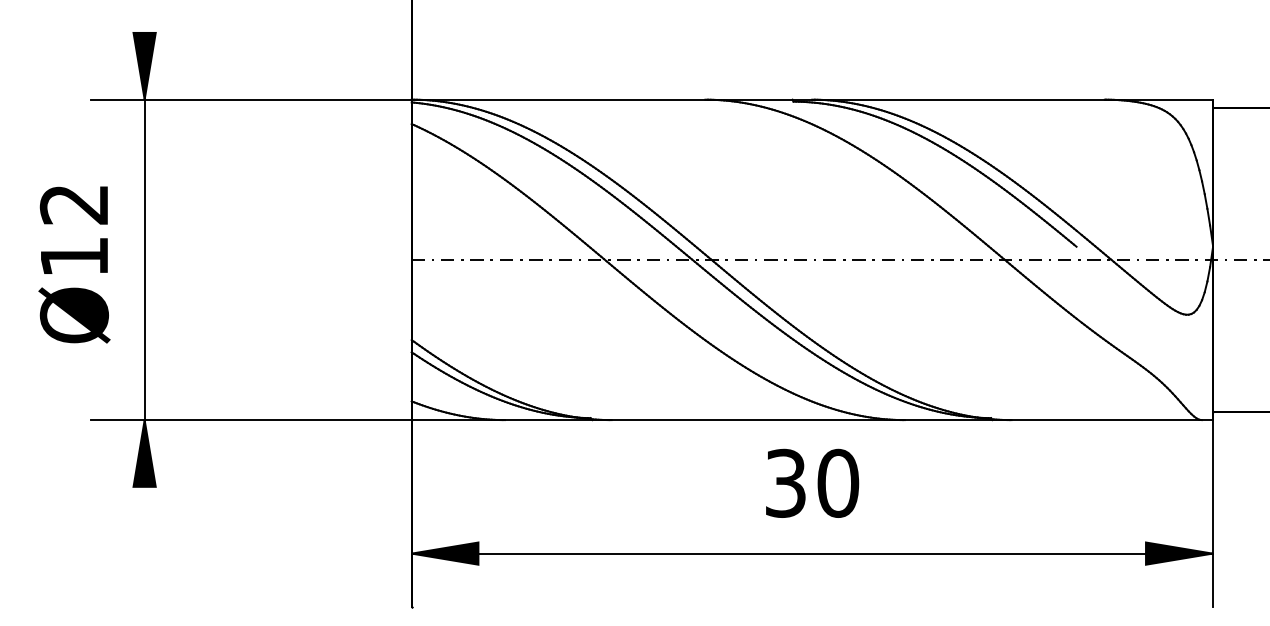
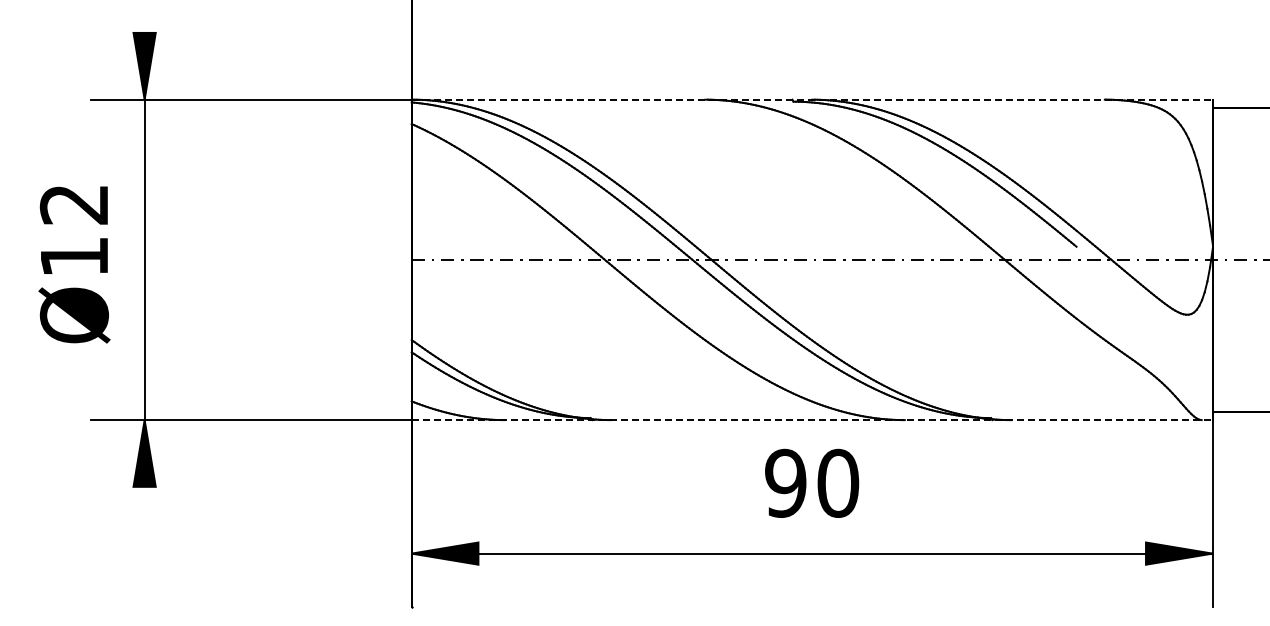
line at (812, 99): solid -> dashed
line at (812, 420): solid -> dashed
text at (785, 483): 30 -> 90
